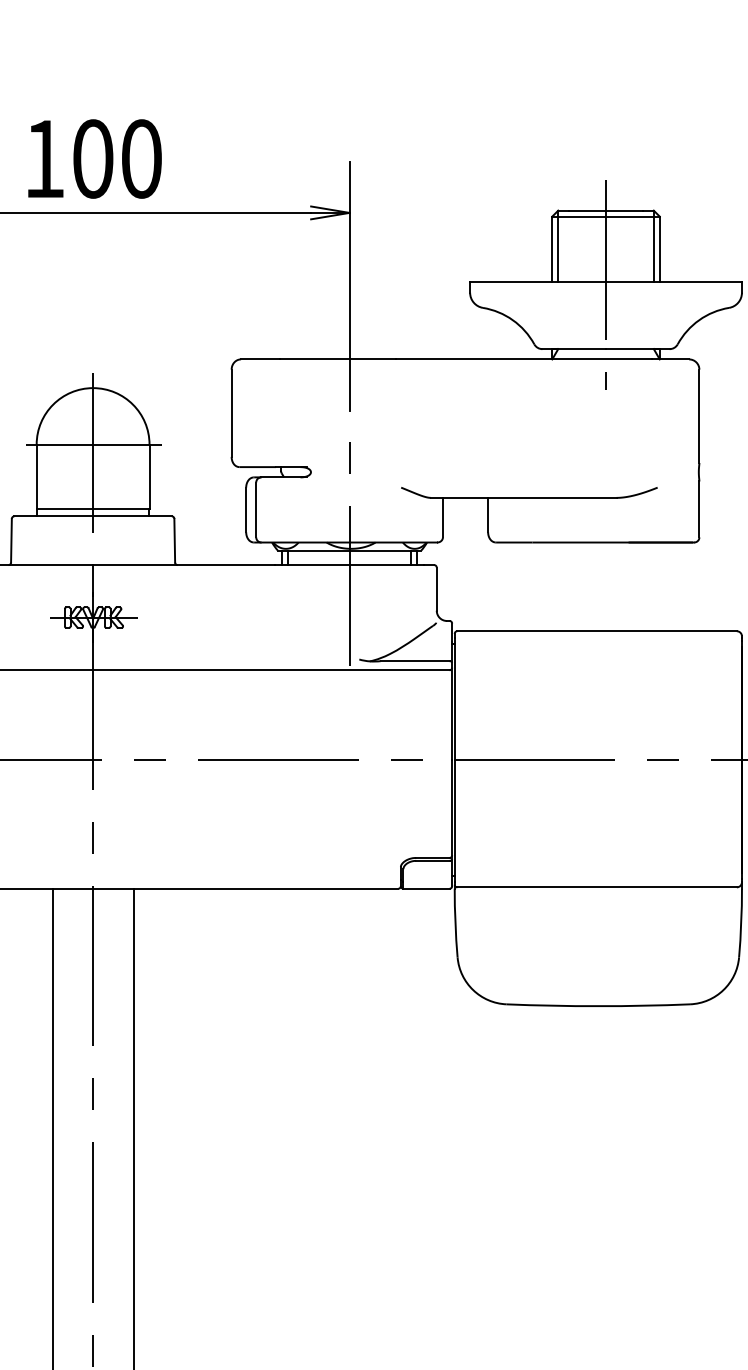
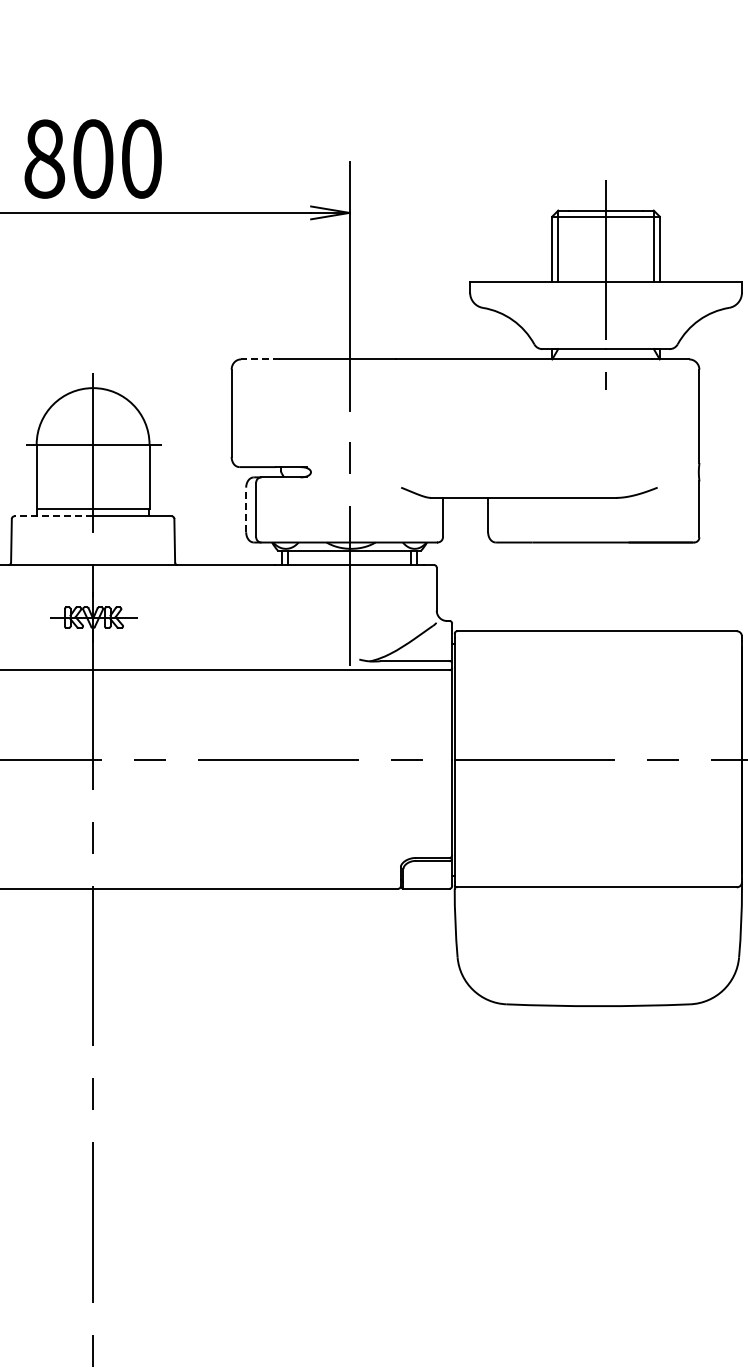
text at (44, 158): 100 -> 800
line at (260, 359): solid -> dashed
line at (246, 509): solid -> dashed
line at (53, 516): solid -> dashed
line at (52, 1127): present -> none
line at (133, 1127): present -> none
